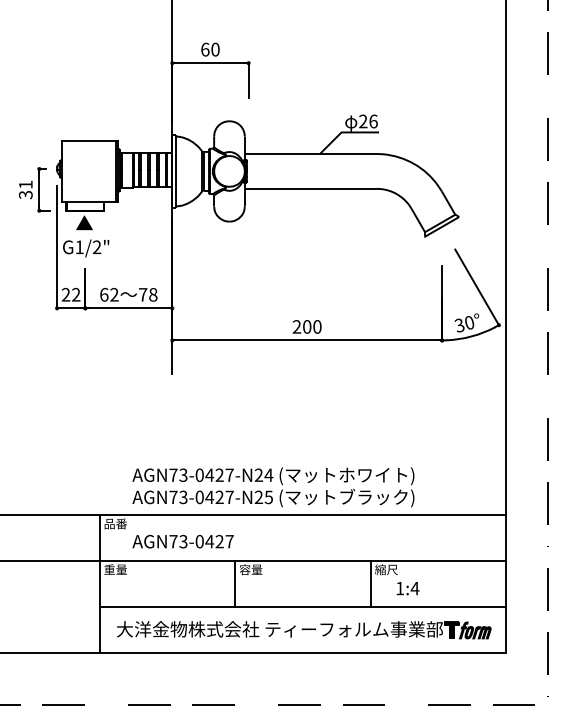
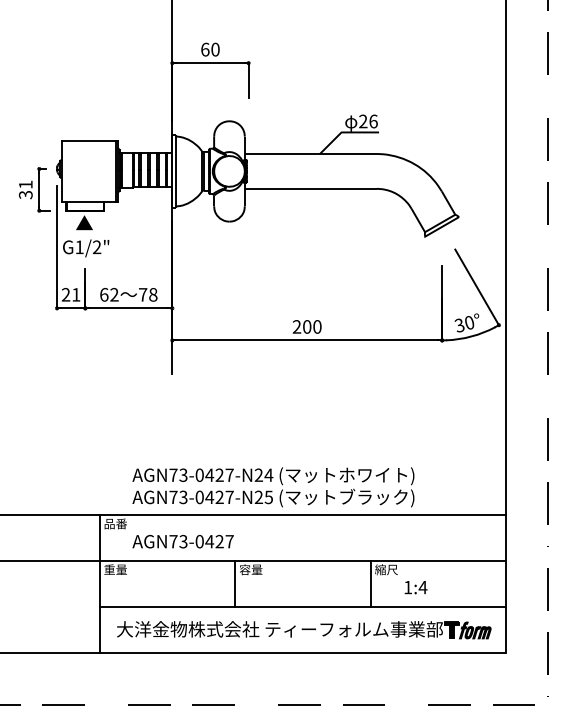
text at (76, 294): 22 -> 21
text at (407, 588) position: (407, 588) -> (415, 587)
